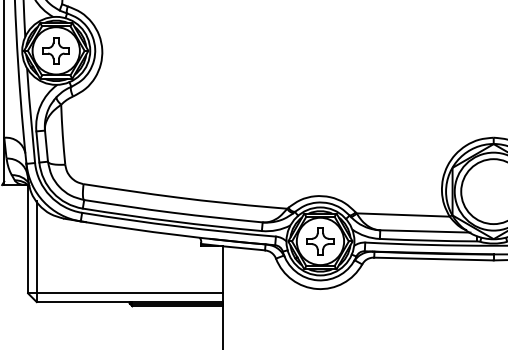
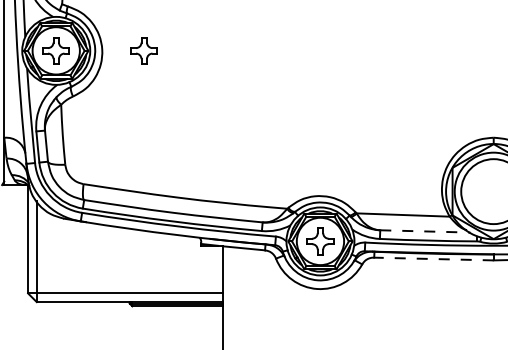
part at (143, 50): none -> present
line at (425, 231): solid -> dashed
line at (433, 259): solid -> dashed
